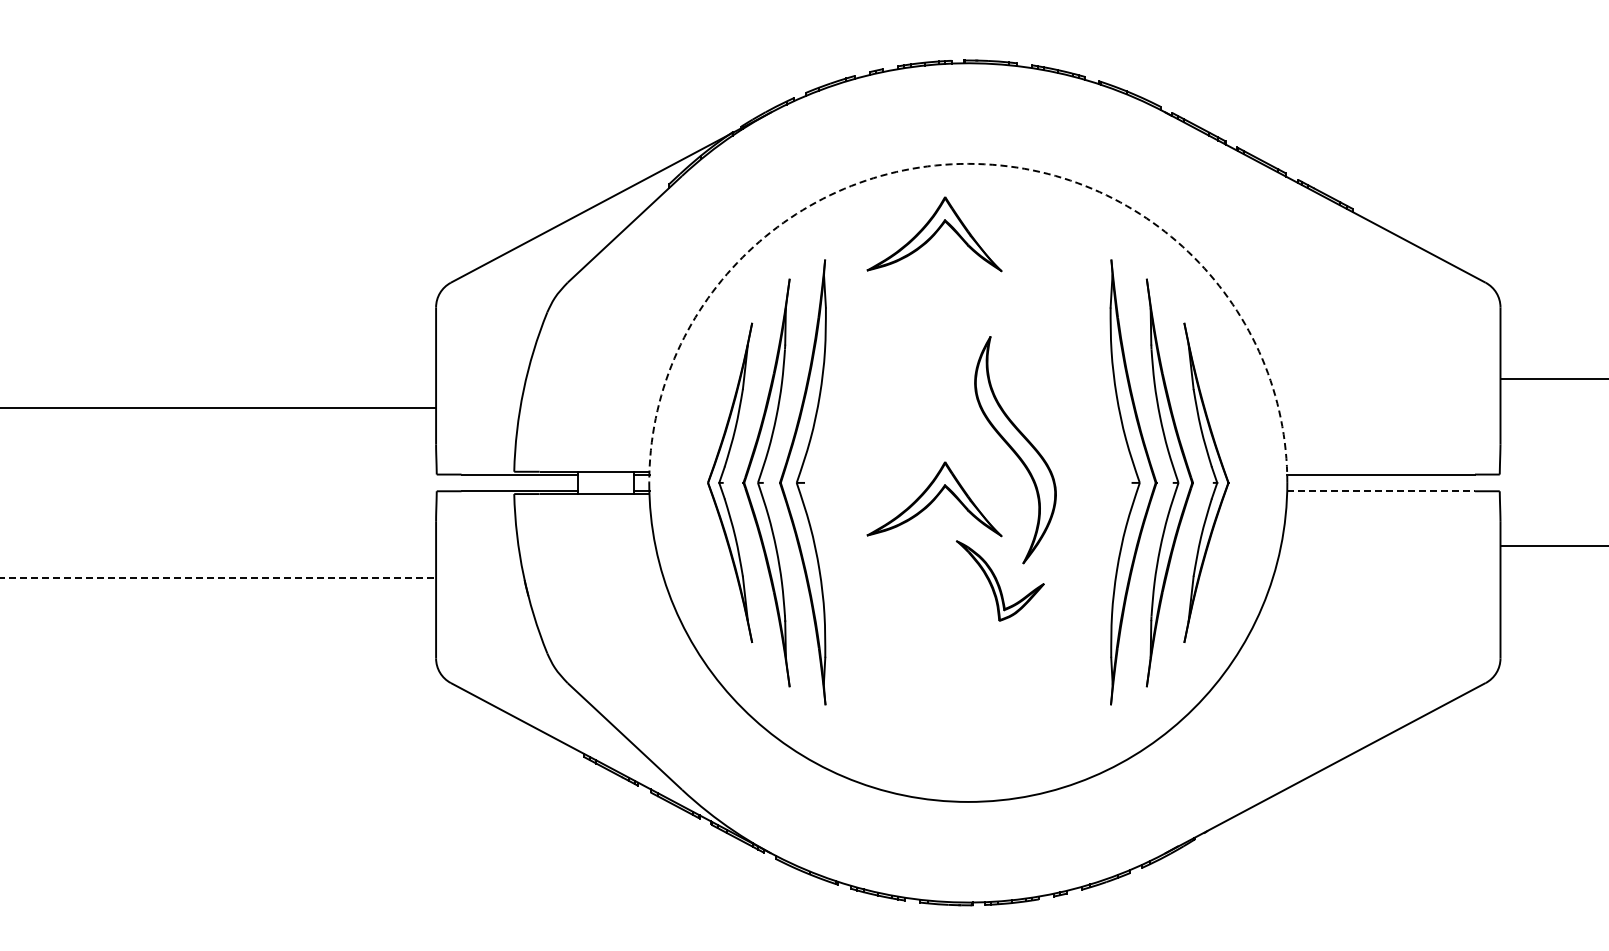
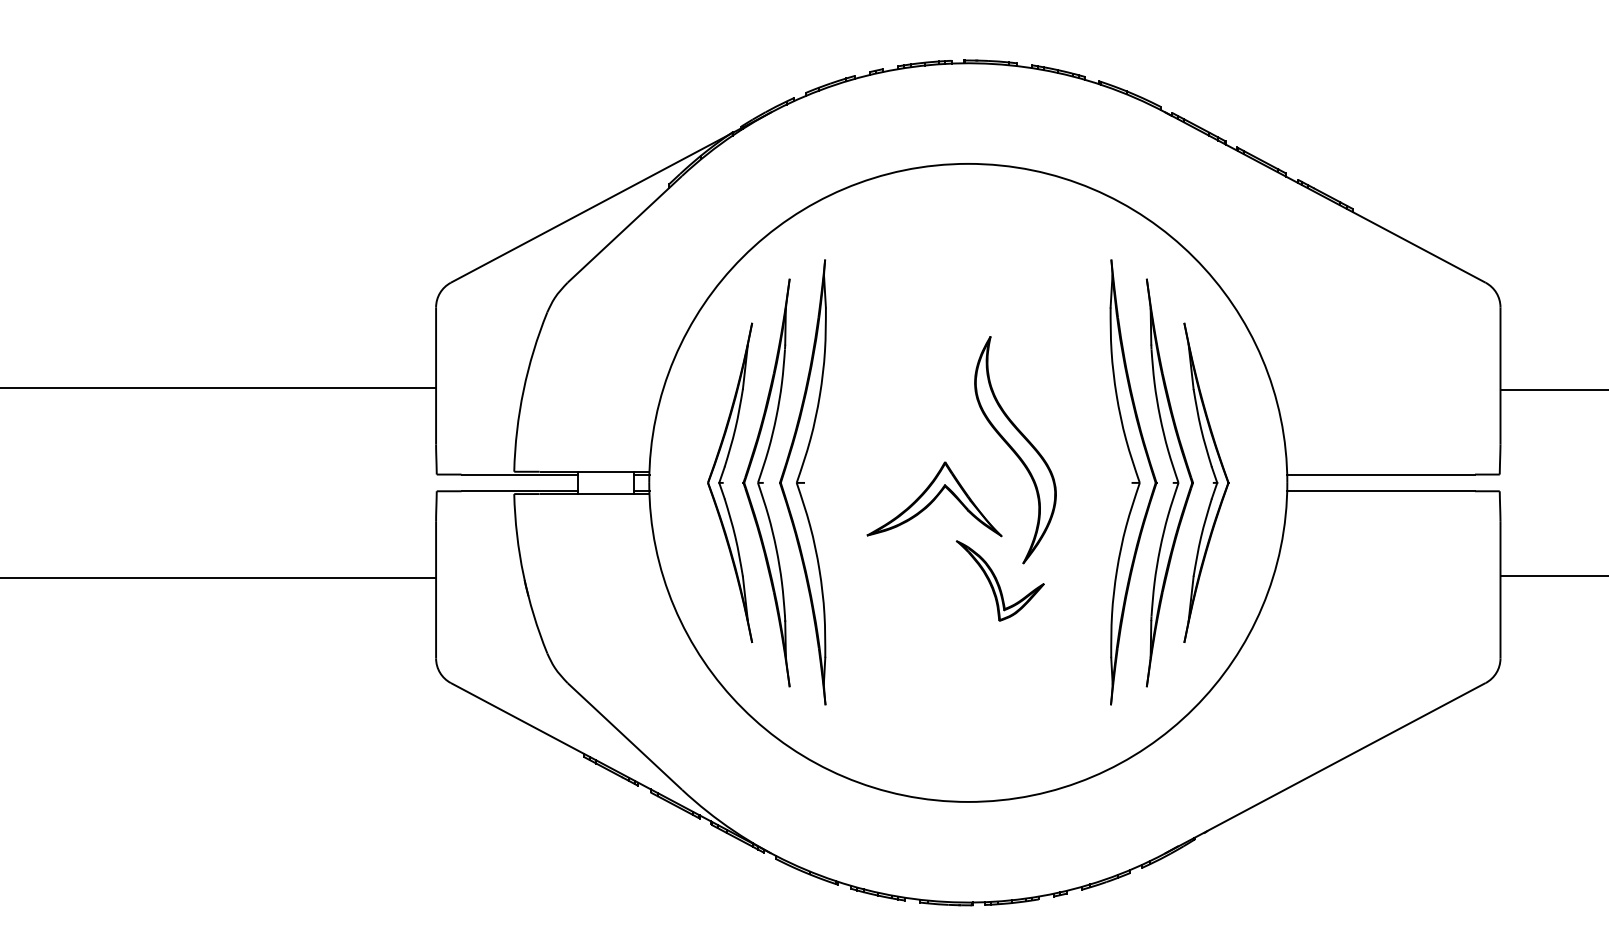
arc at (968, 163): dashed -> solid
part at (934, 234): present -> none
line at (1552, 378) position: (1552, 378) -> (1552, 389)
line at (219, 408) position: (219, 408) -> (219, 388)
line at (1381, 491): dashed -> solid
line at (1552, 546) position: (1552, 546) -> (1552, 576)
line at (218, 577): dashed -> solid
